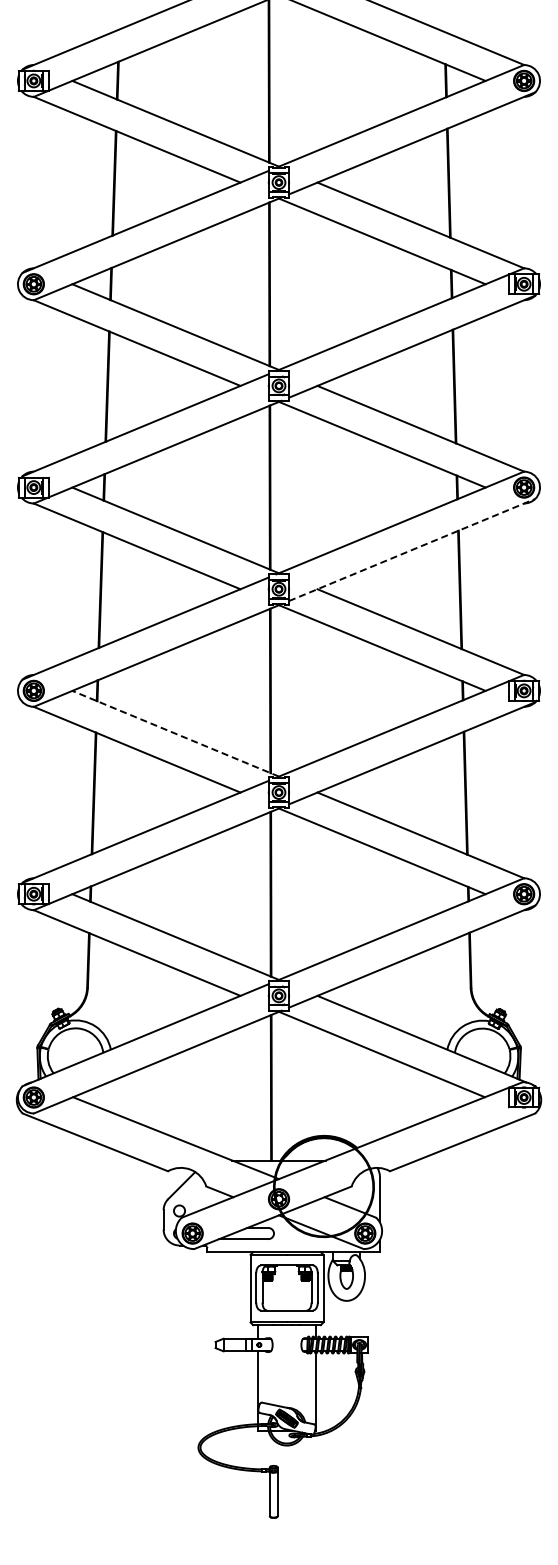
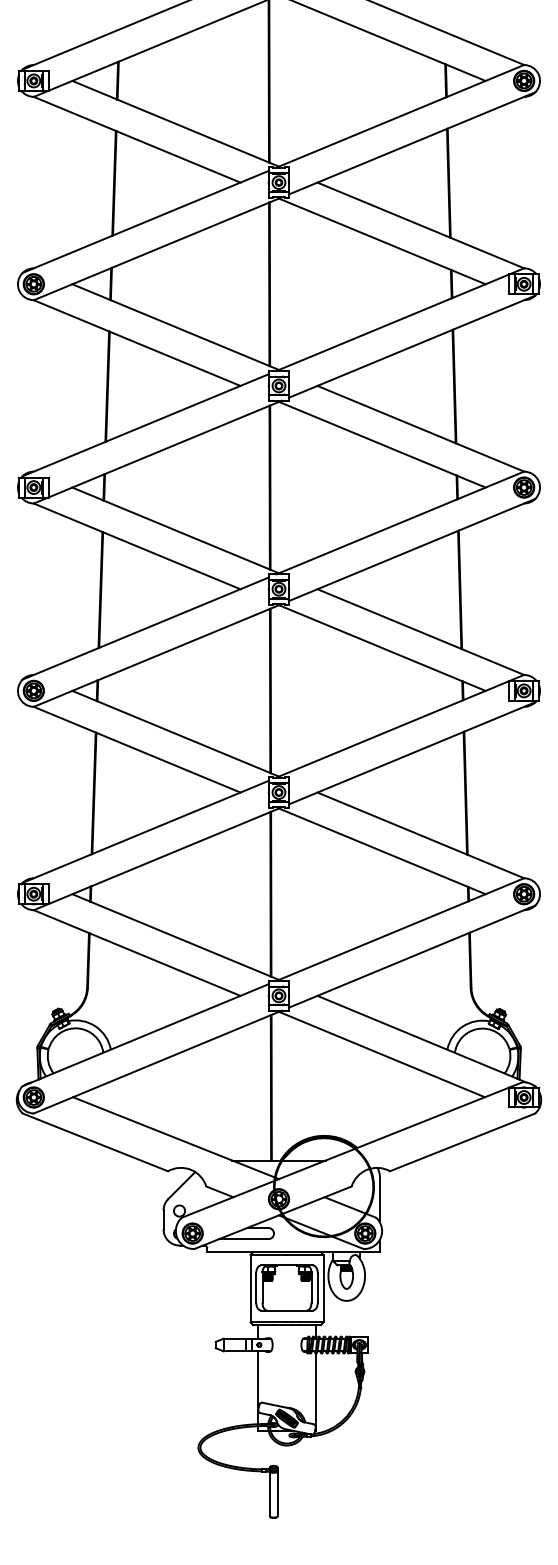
line at (412, 549): dashed -> solid
line at (175, 733): dashed -> solid
